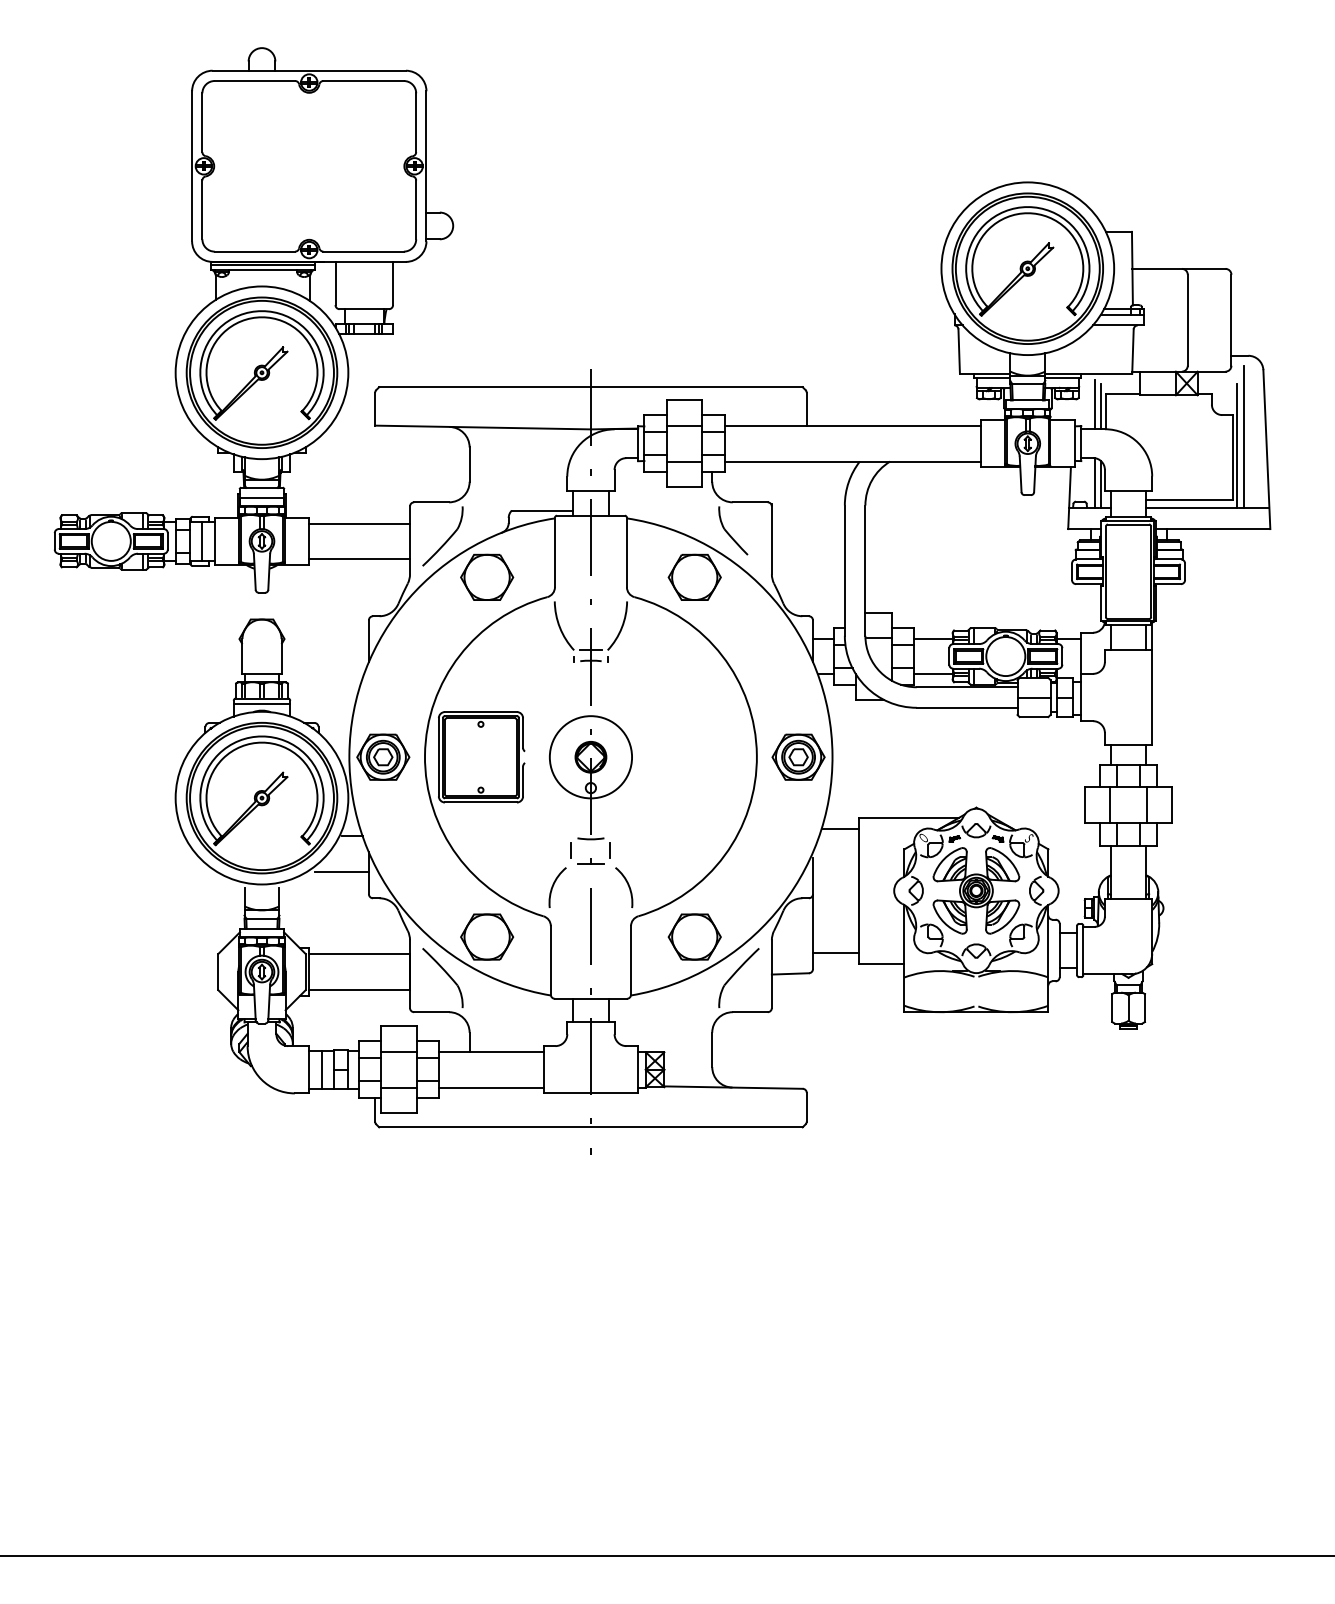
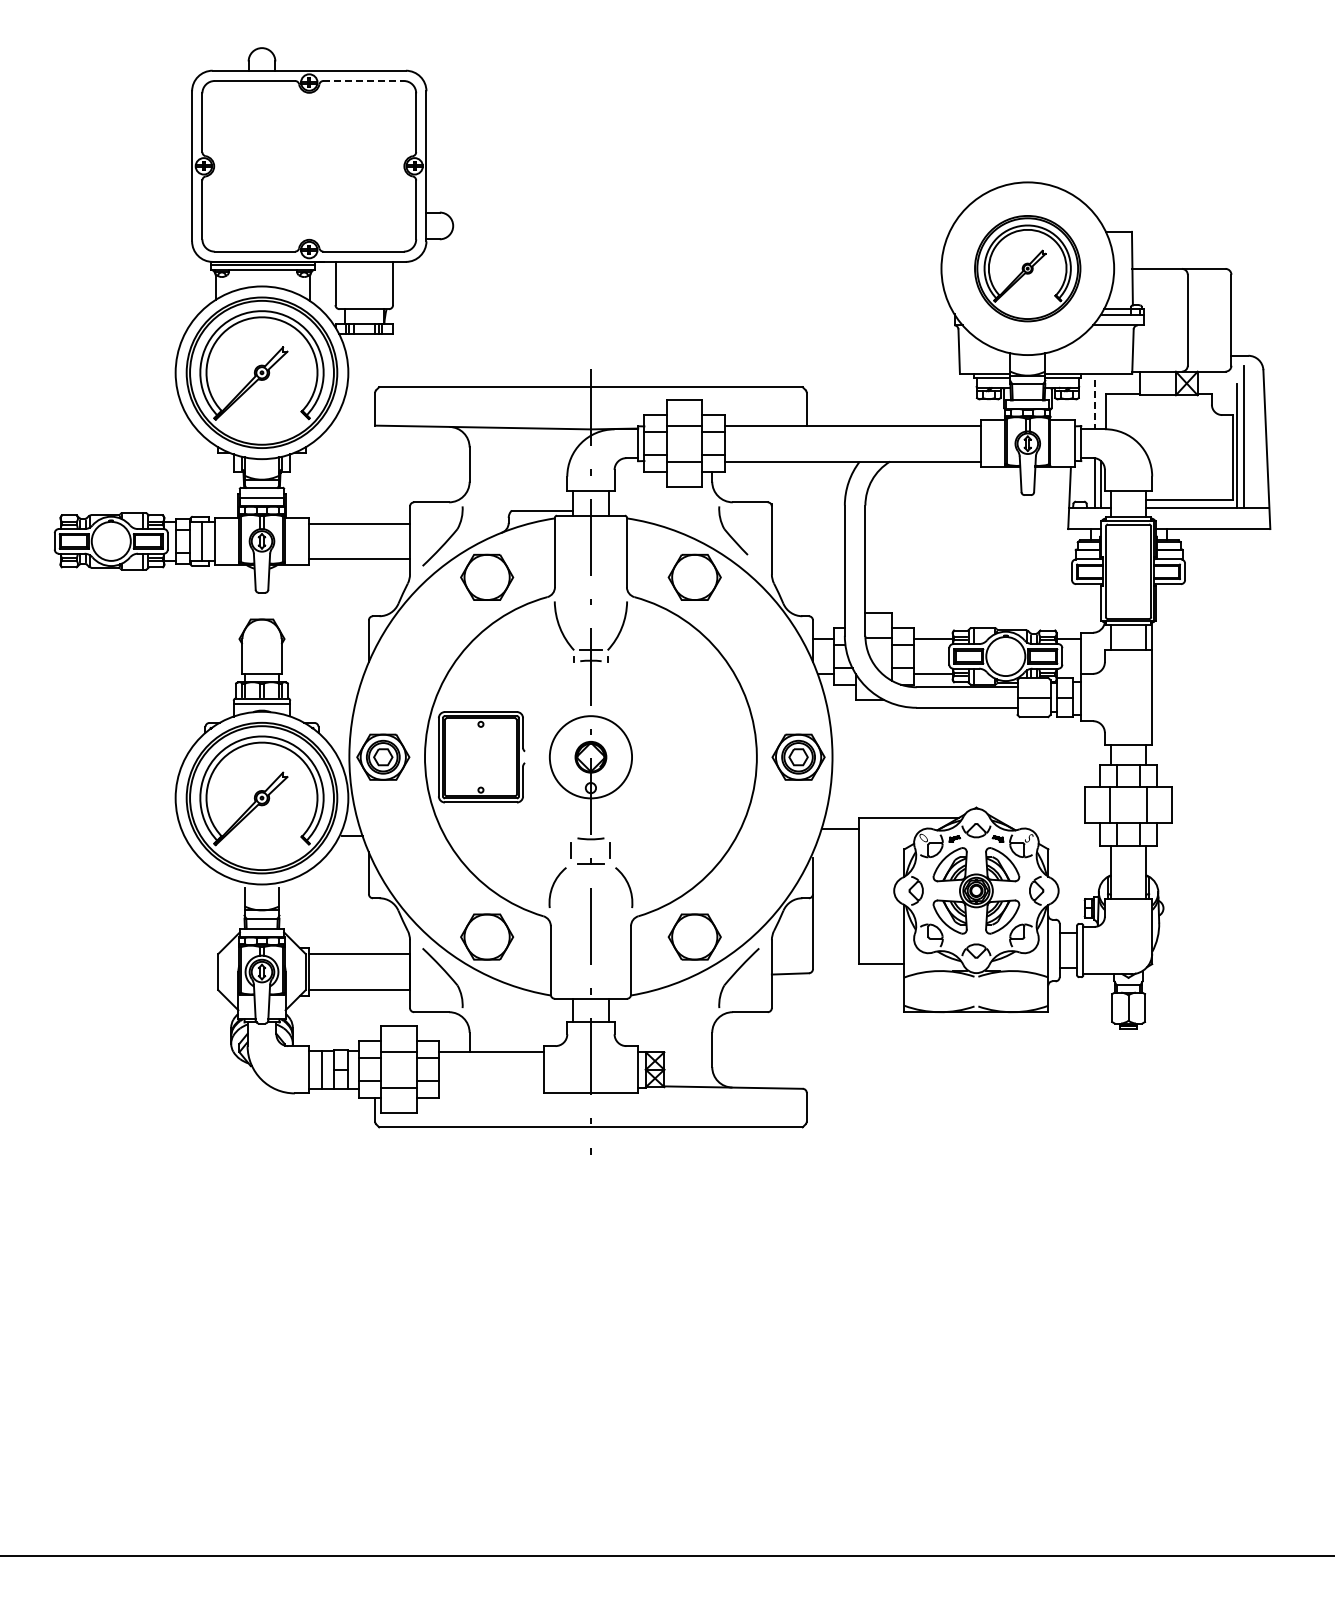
line at (364, 81): solid -> dashed
part at (1027, 268) size: 153x153 px -> 108x108 px
line at (1094, 404): solid -> dashed
line at (1101, 406): present -> none
line at (341, 871): present -> none
line at (835, 952): present -> none
line at (490, 1087): present -> none
